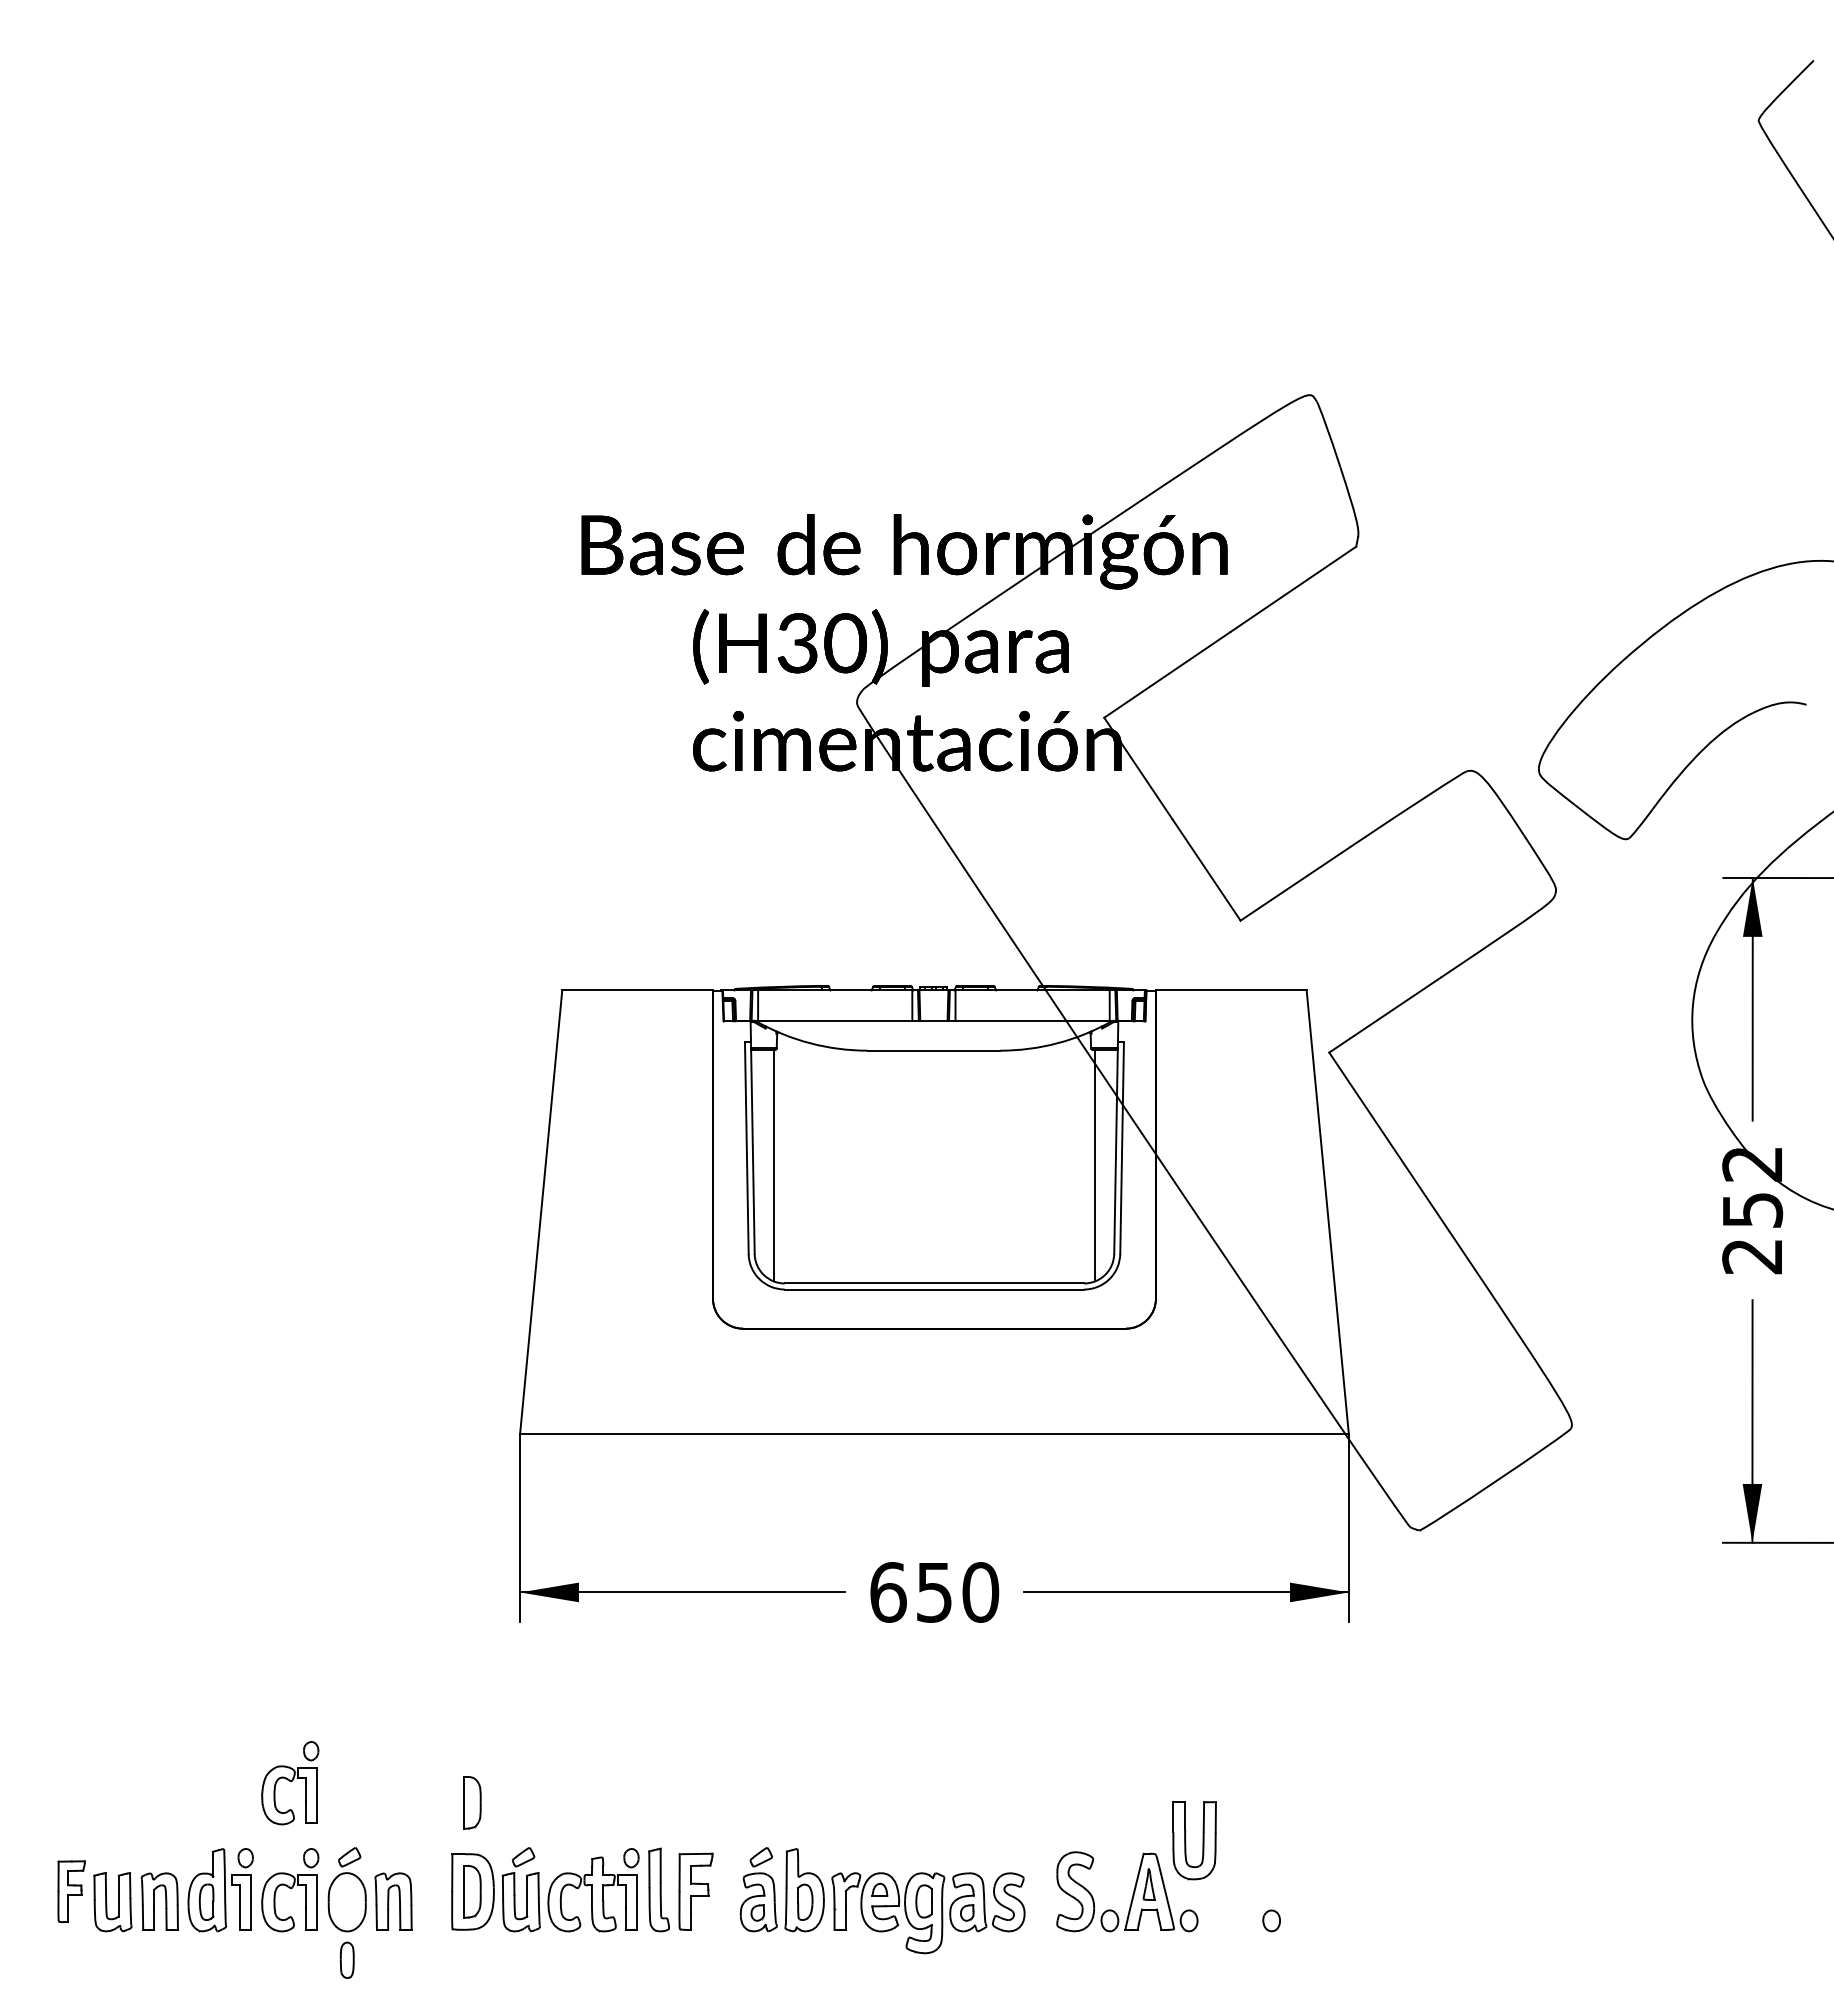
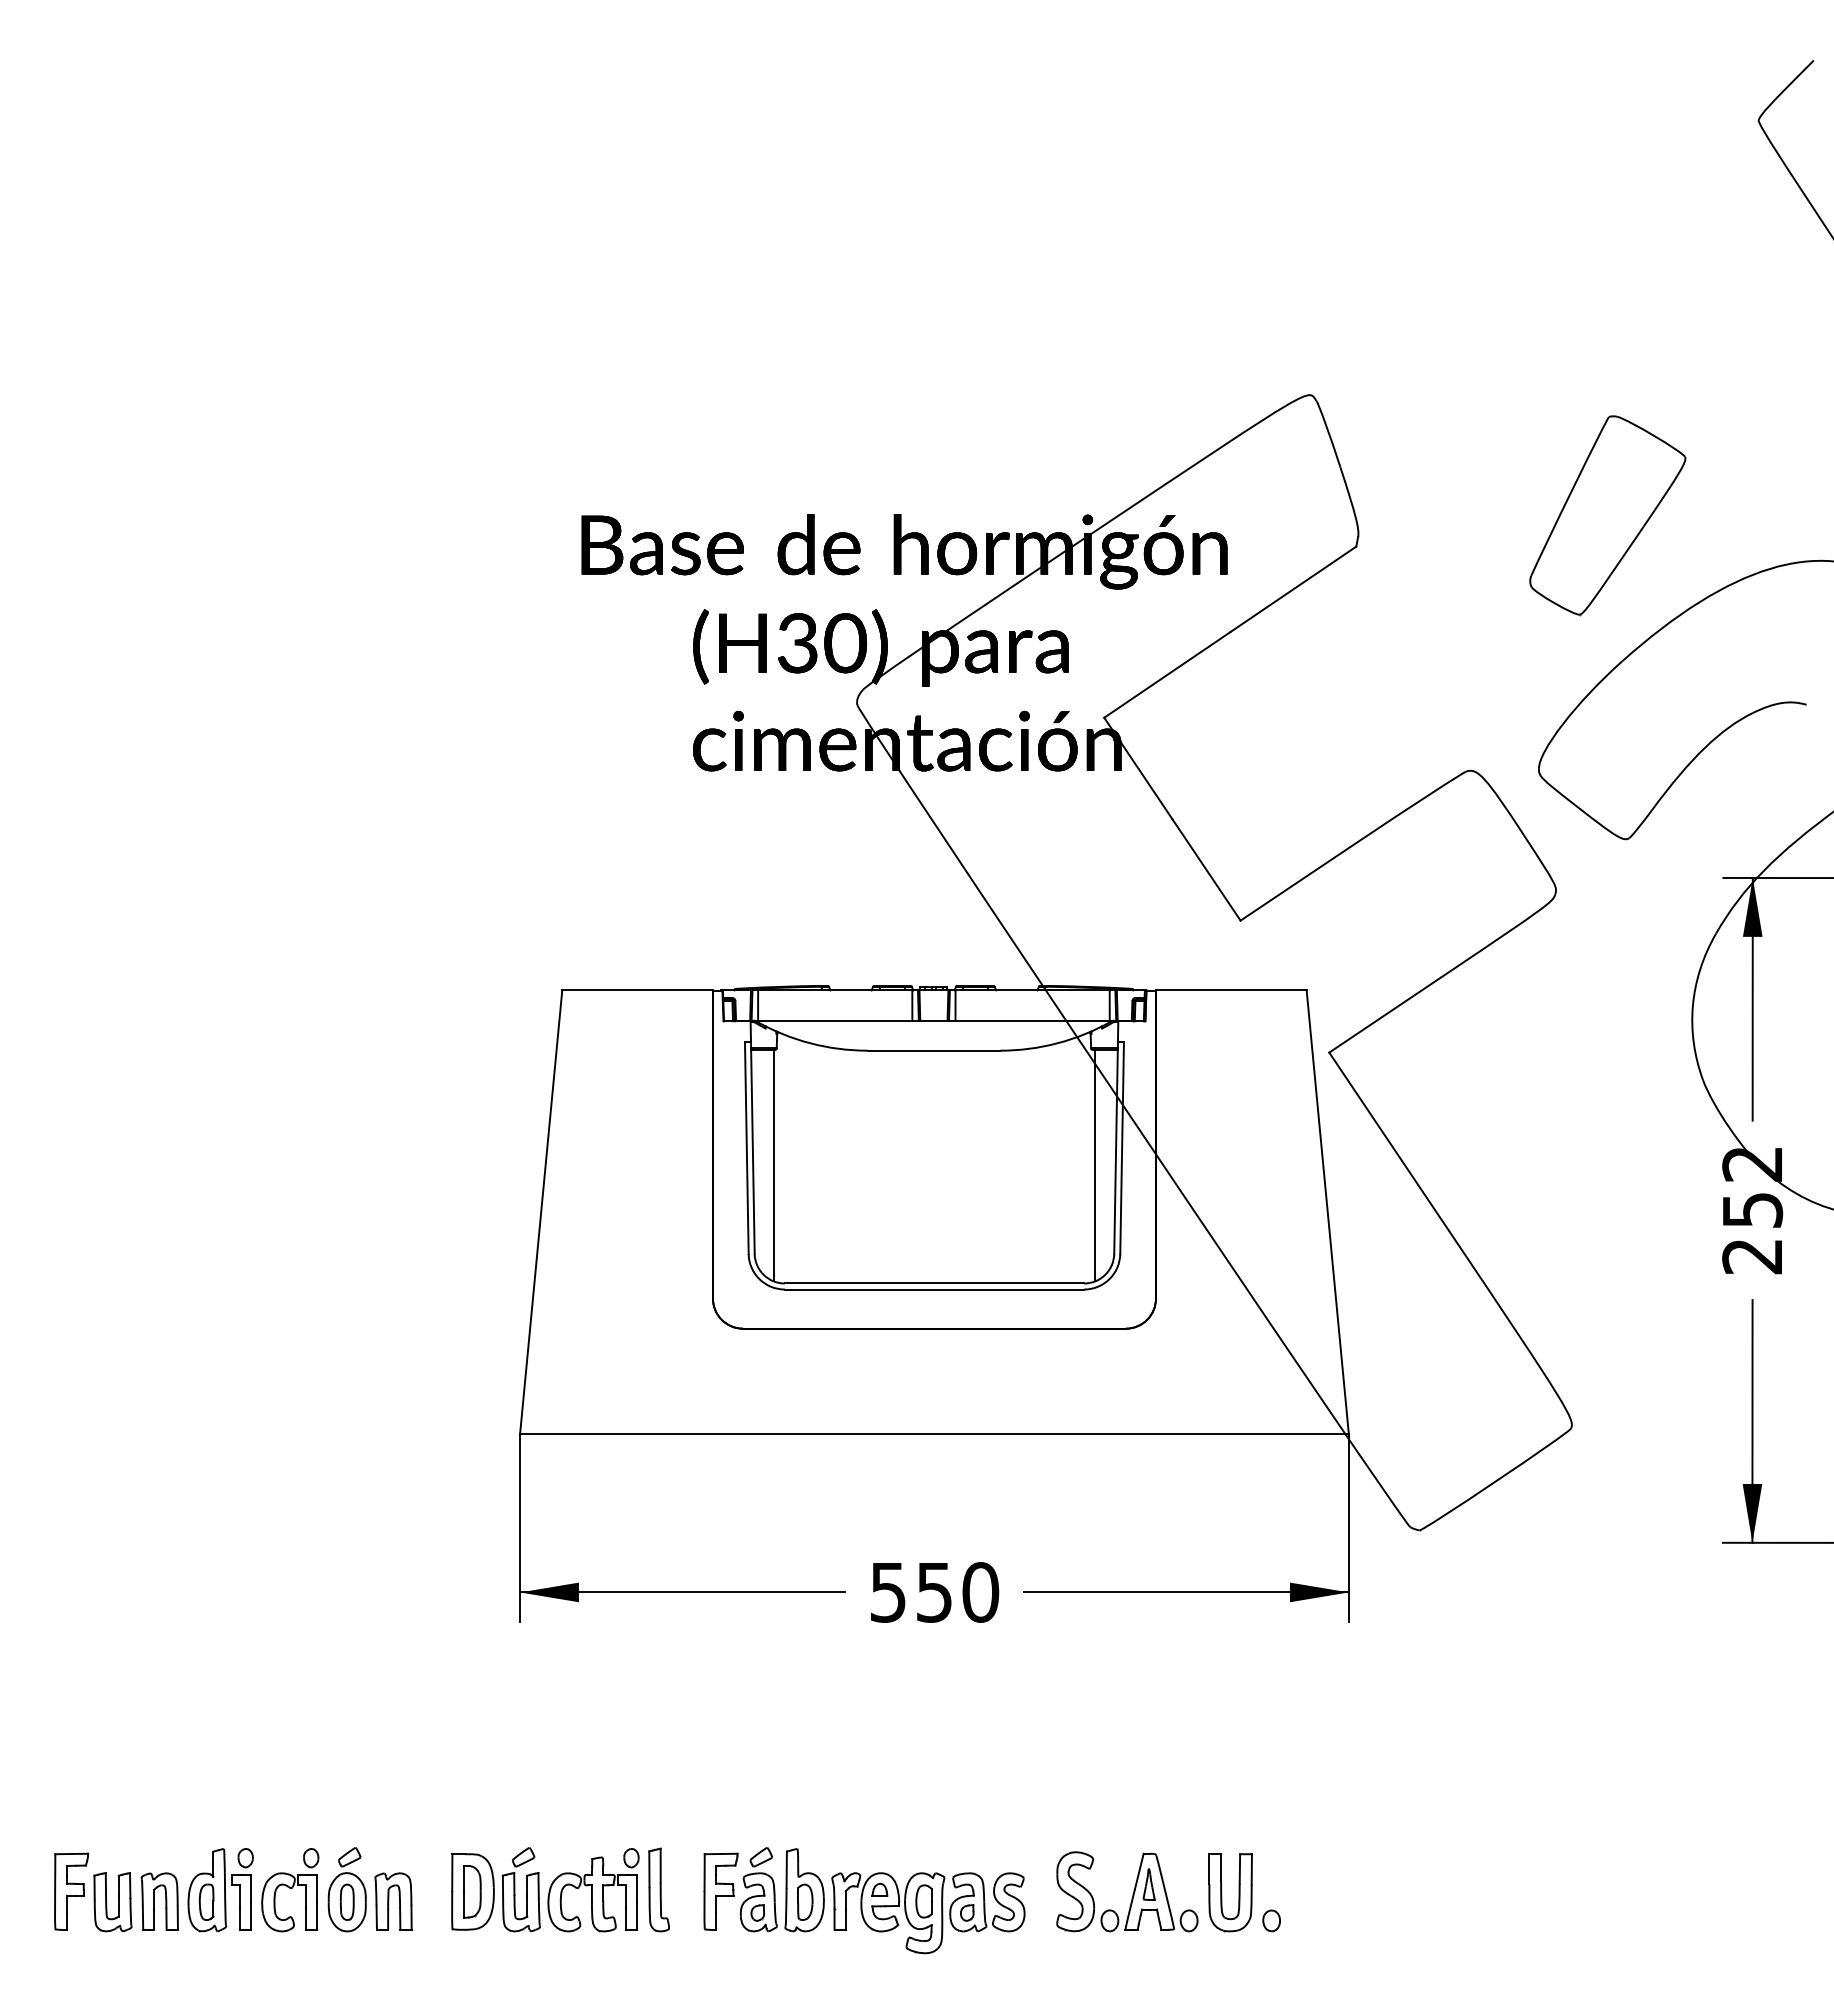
part at (1607, 515): none -> present
text at (888, 1592): 650 -> 550
part at (290, 1783): present -> none
part at (472, 1802): present -> none
part at (1186, 1840) position: (1186, 1840) -> (1222, 1892)
part at (71, 1891) size: 29x63 px -> 36x79 px
part at (695, 1891) position: (695, 1891) -> (720, 1891)
part at (347, 1959) position: (347, 1959) -> (347, 1901)
